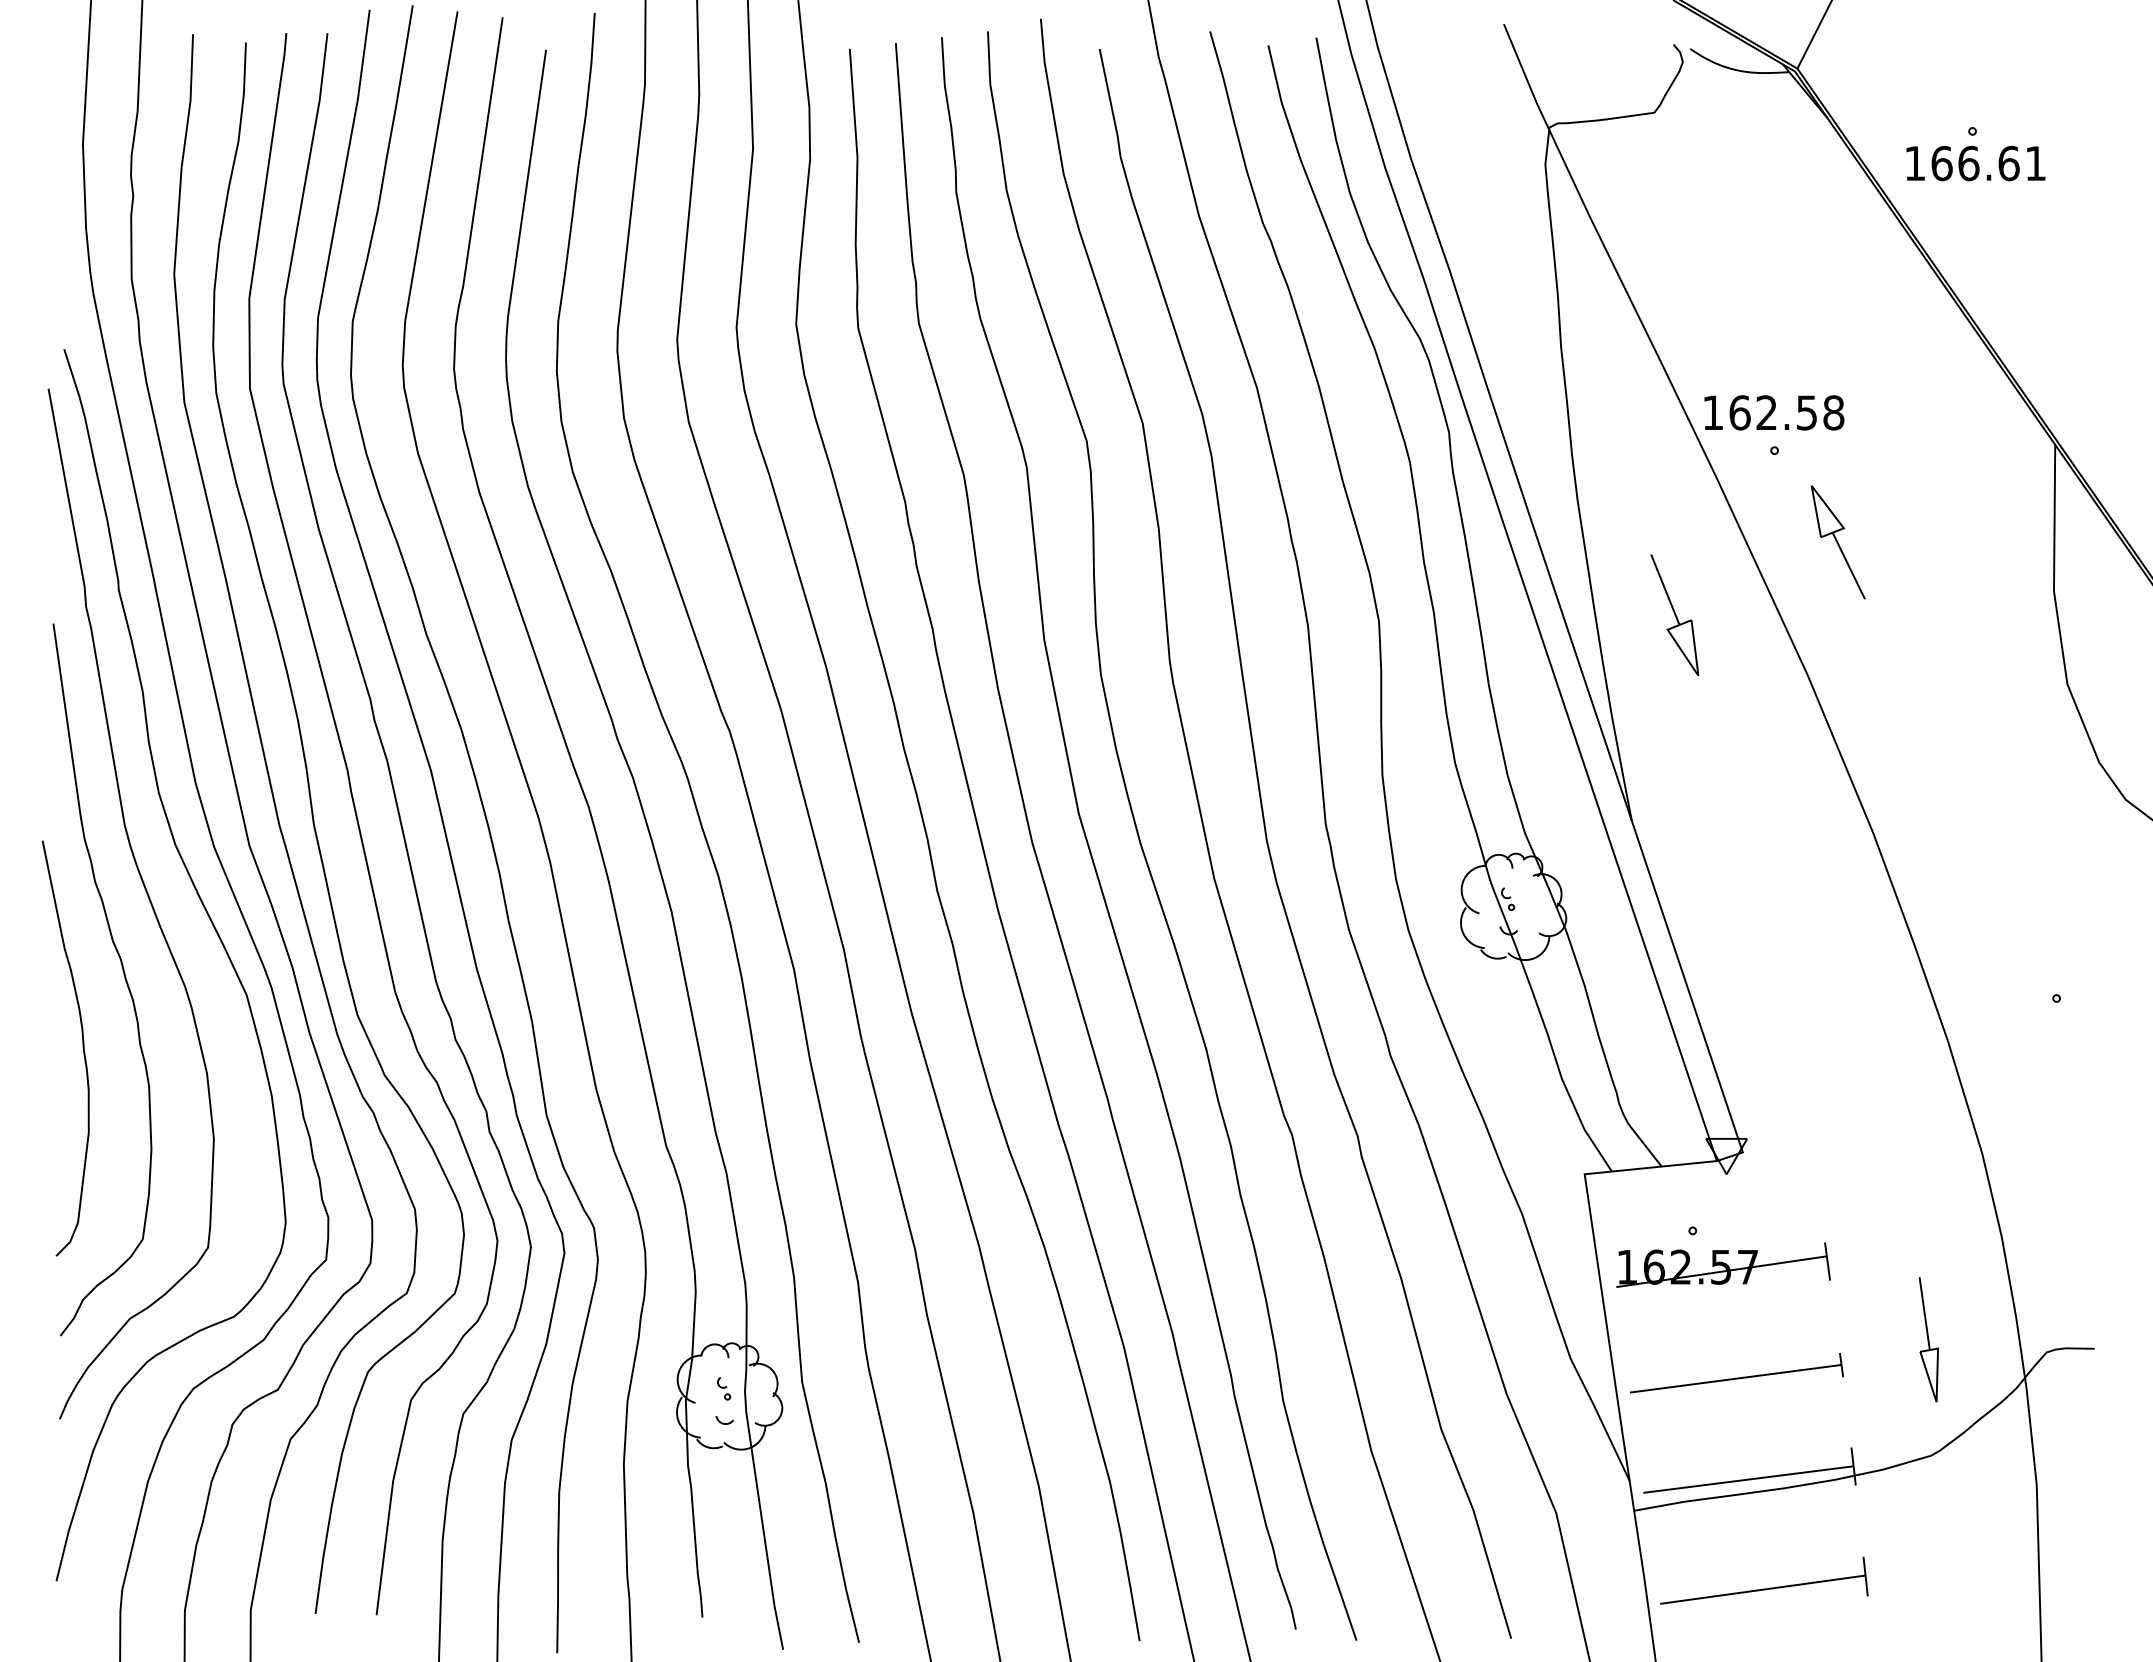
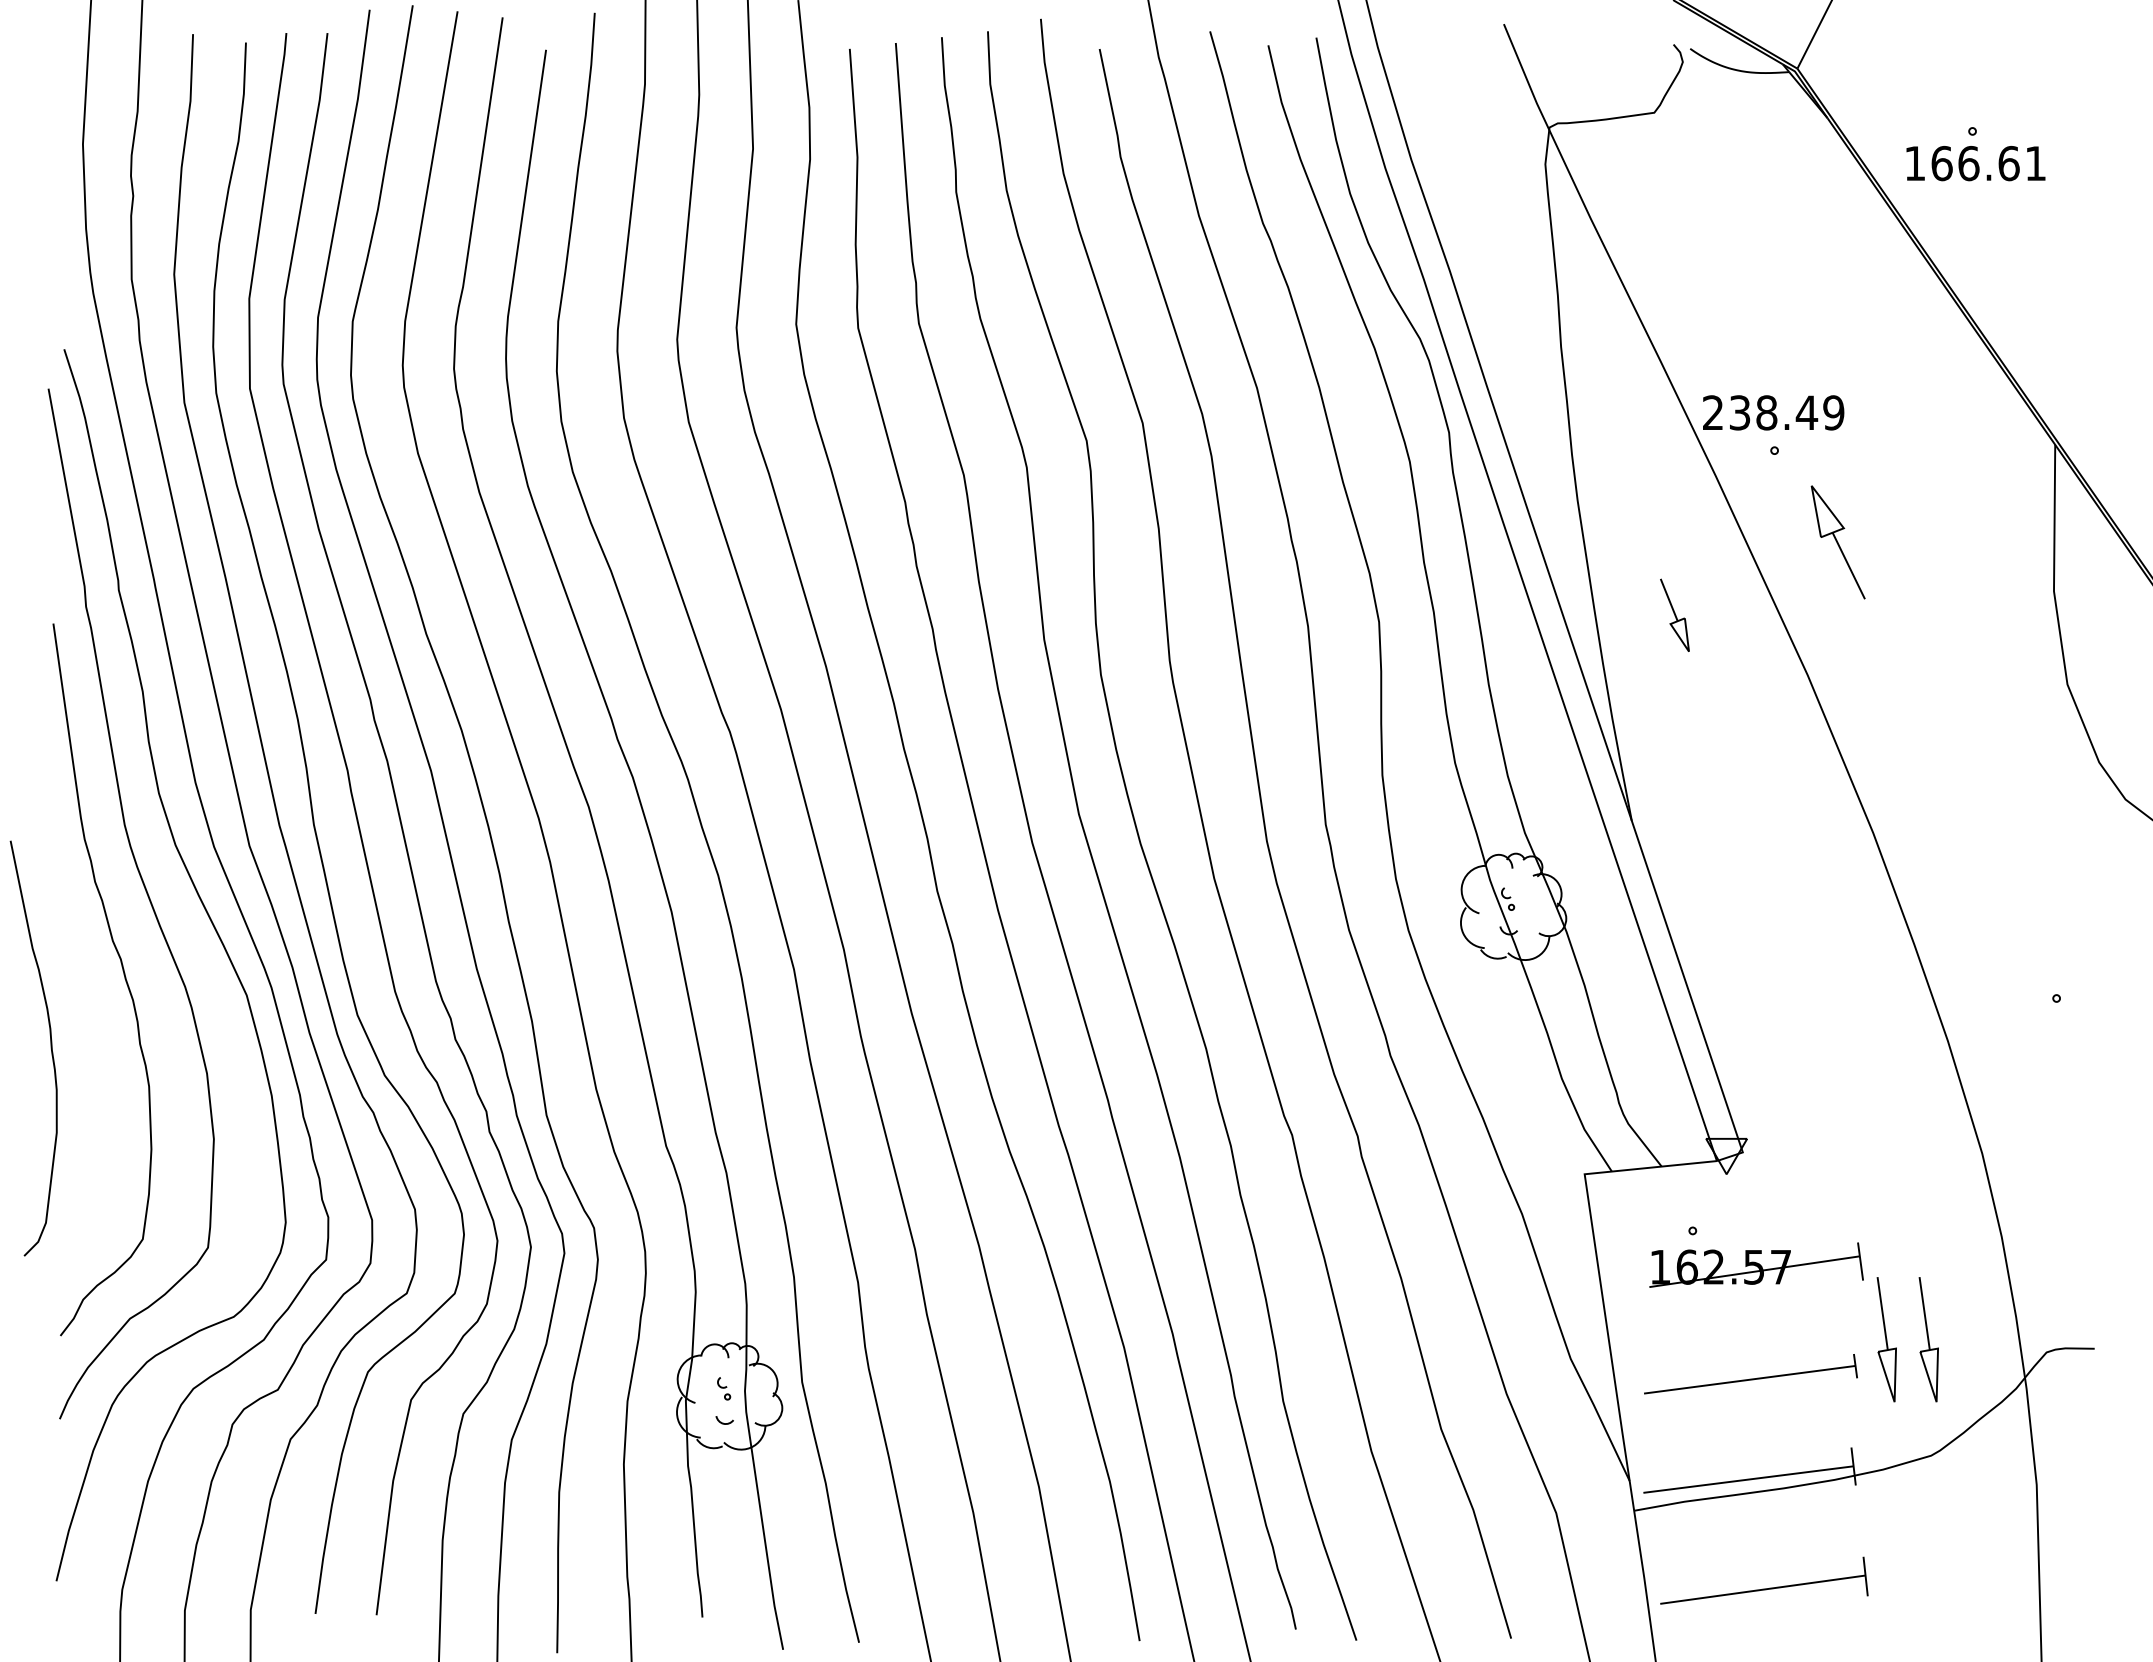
text at (1773, 412): 162.58 -> 238.49
part at (1674, 615) size: 50x123 px -> 30x74 px
curve at (82, 1048) position: (82, 1048) -> (50, 1048)
part at (1723, 1264) position: (1723, 1264) -> (1756, 1264)
part at (1886, 1339): none -> present
part at (1736, 1373) position: (1736, 1373) -> (1750, 1374)
